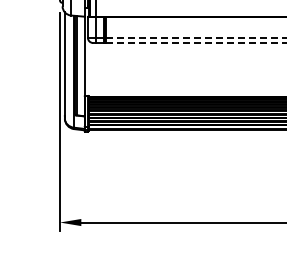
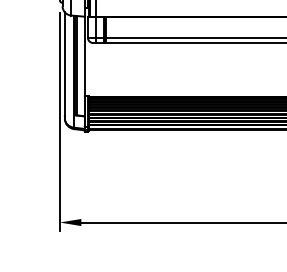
line at (196, 37): dashed -> solid
line at (196, 43): dashed -> solid
